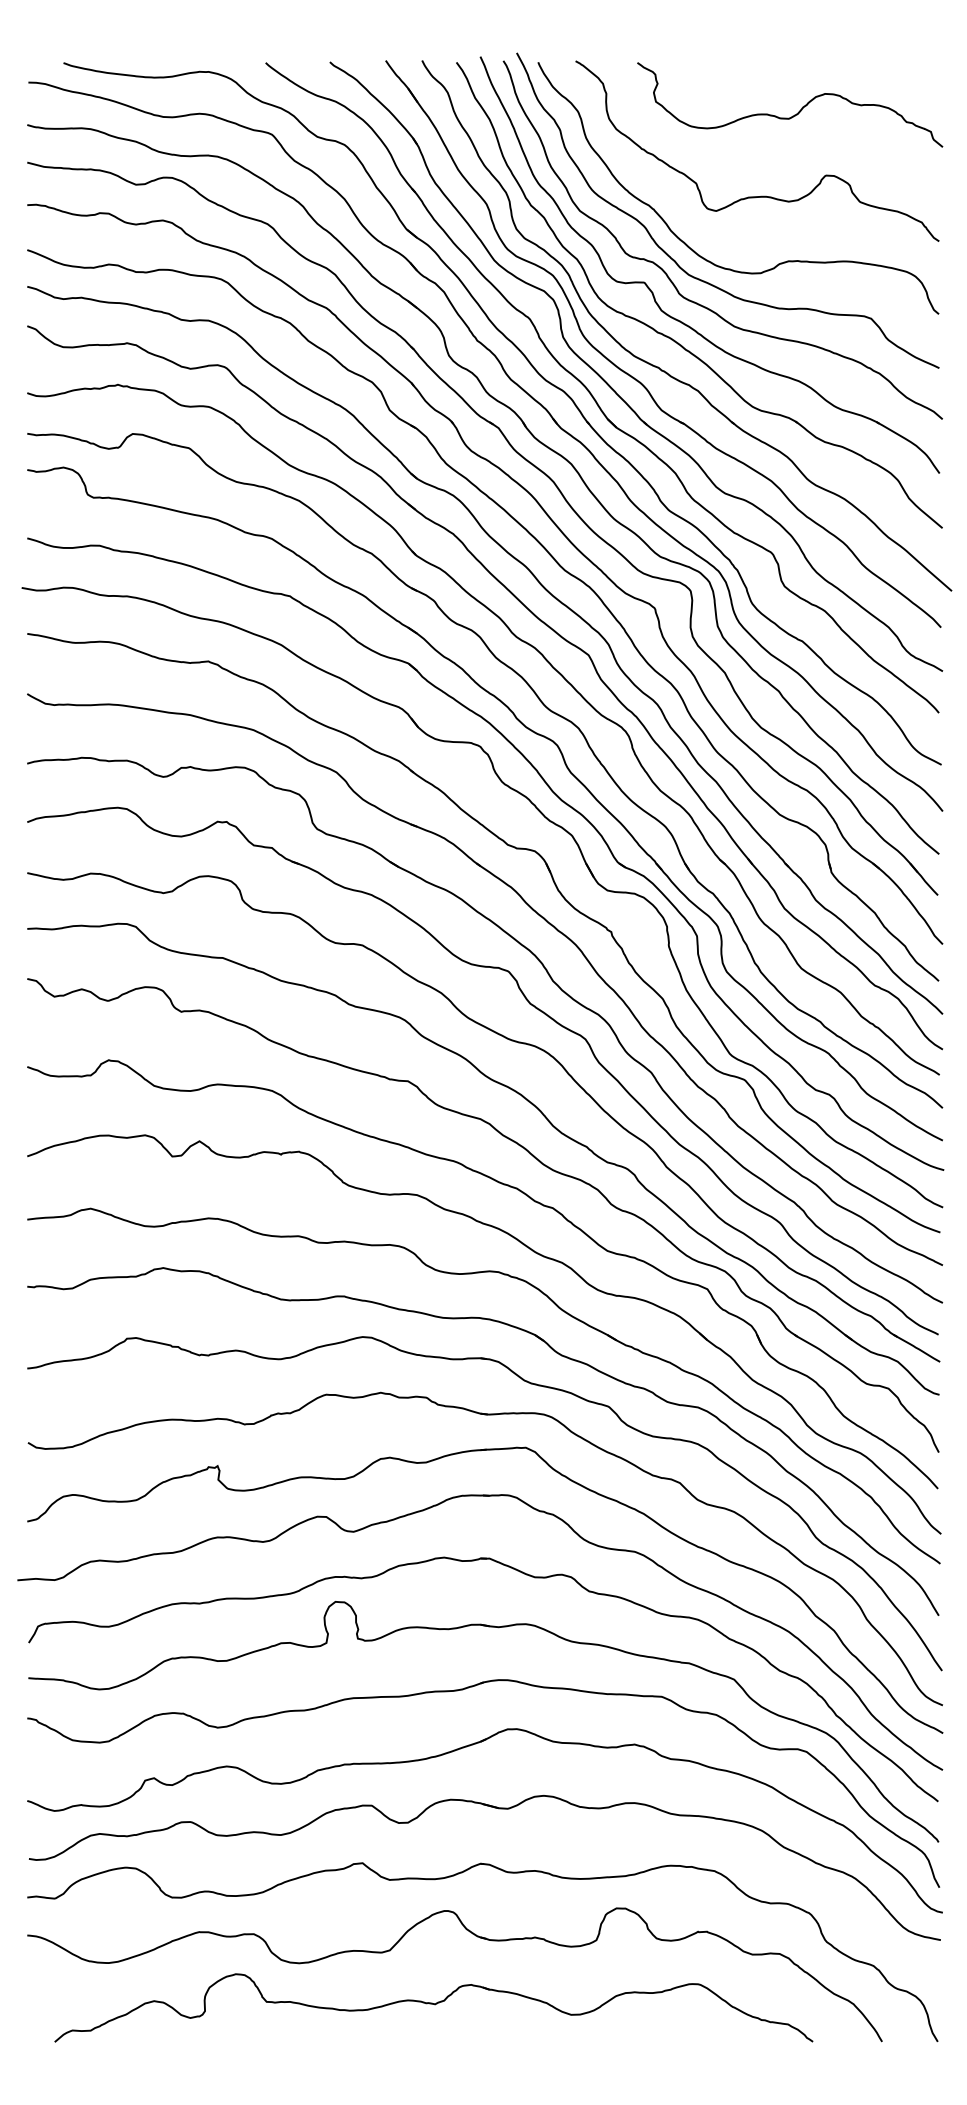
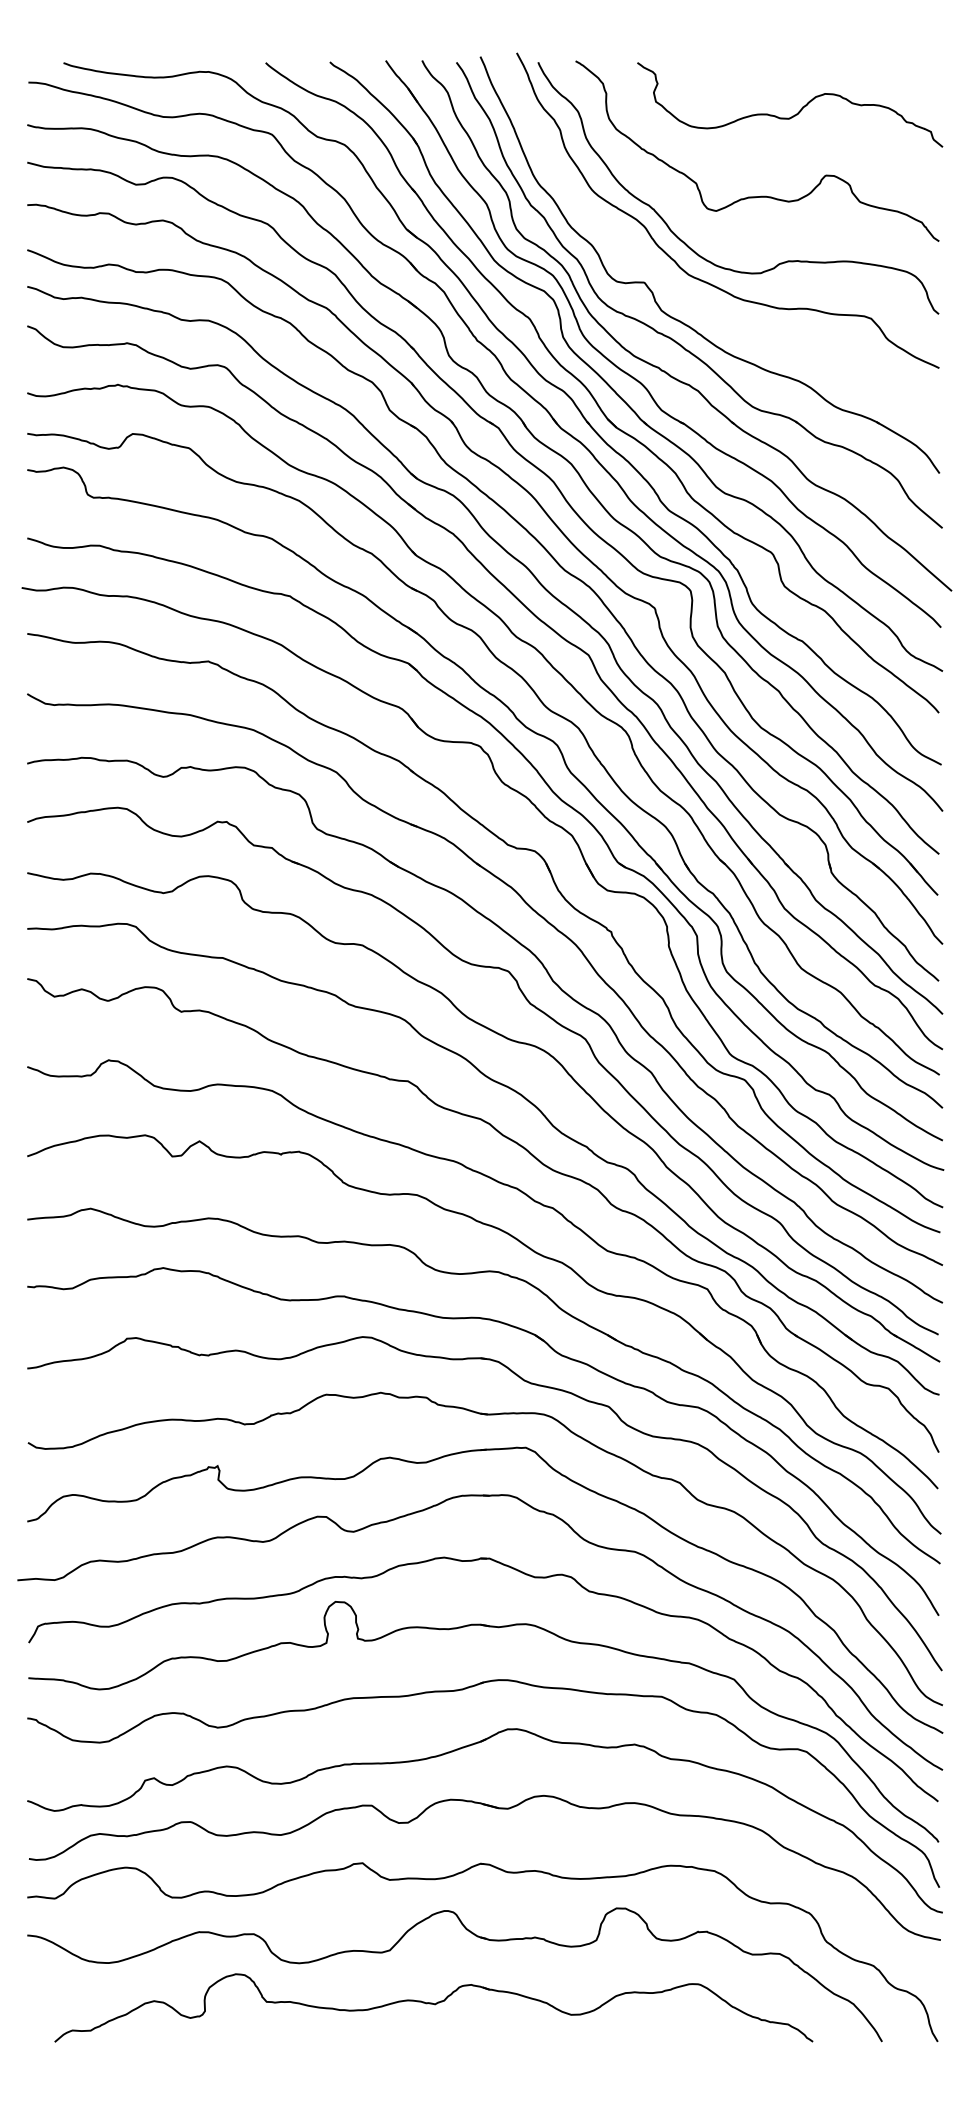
curve at (668, 275): present -> none
